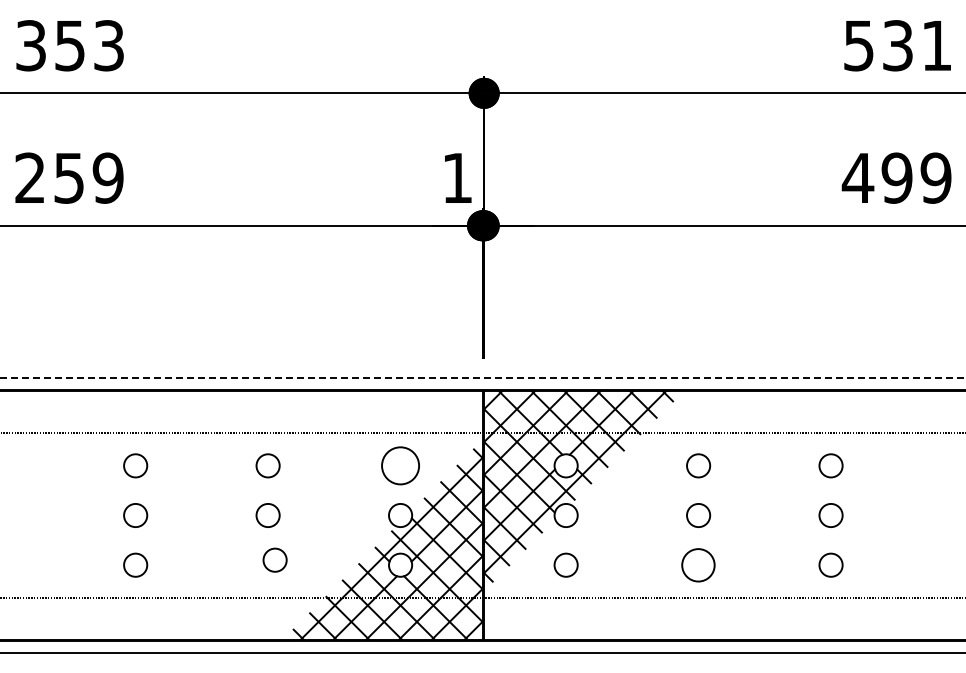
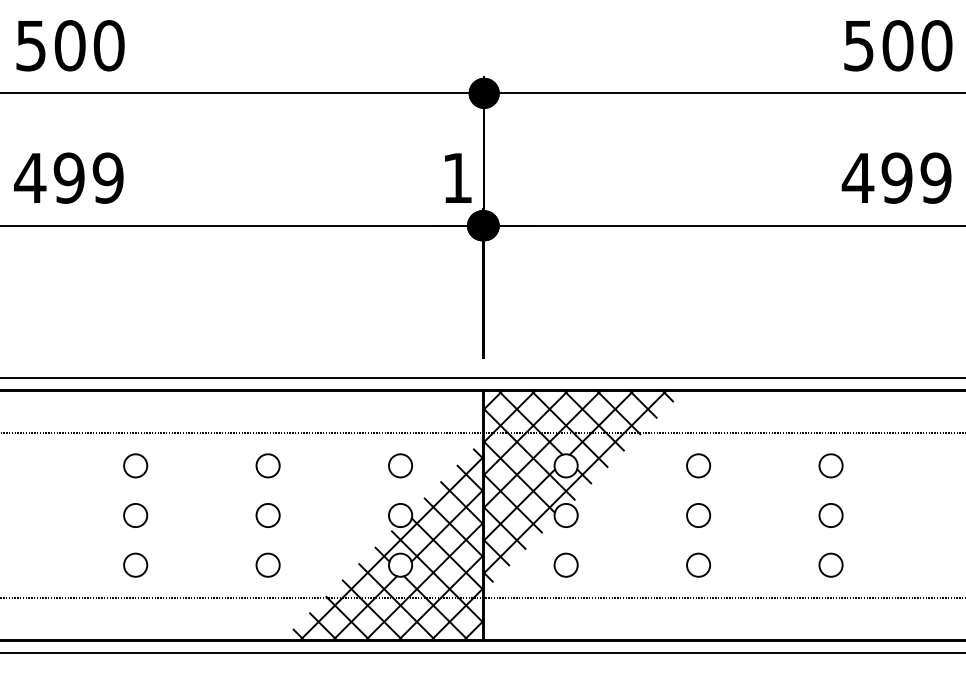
text at (70, 45): 353 -> 500
text at (917, 45): 531 -> 500
text at (49, 177): 259 -> 499
line at (483, 378): dashed -> solid
circle at (400, 465) diameter: 37 px -> 23 px
circle at (274, 559) position: (274, 559) -> (267, 564)
circle at (698, 565) size: 35x35 px -> 26x26 px
